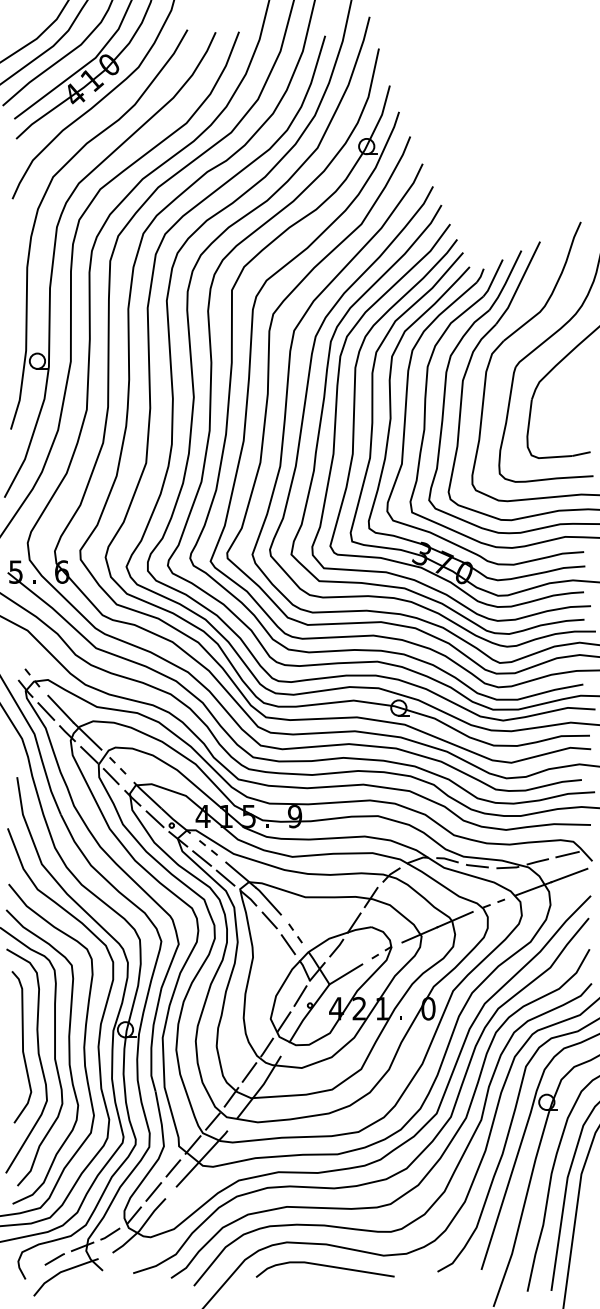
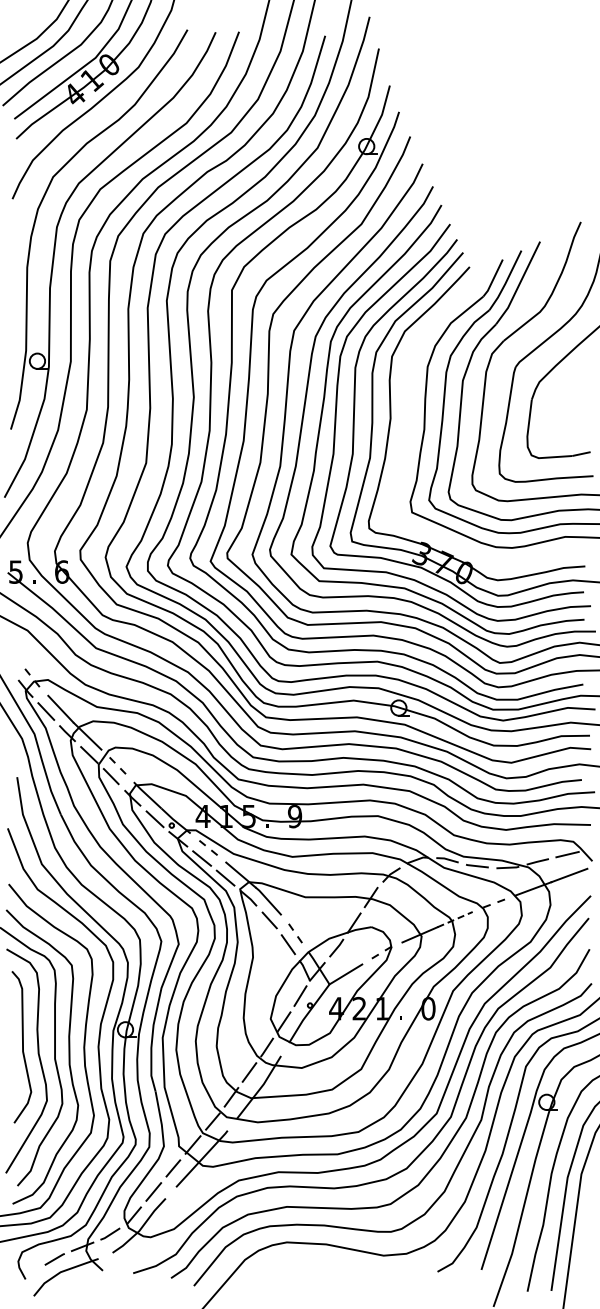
part at (406, 416): present -> none
line at (455, 919): solid -> dashed
curve at (324, 1266): present -> none
